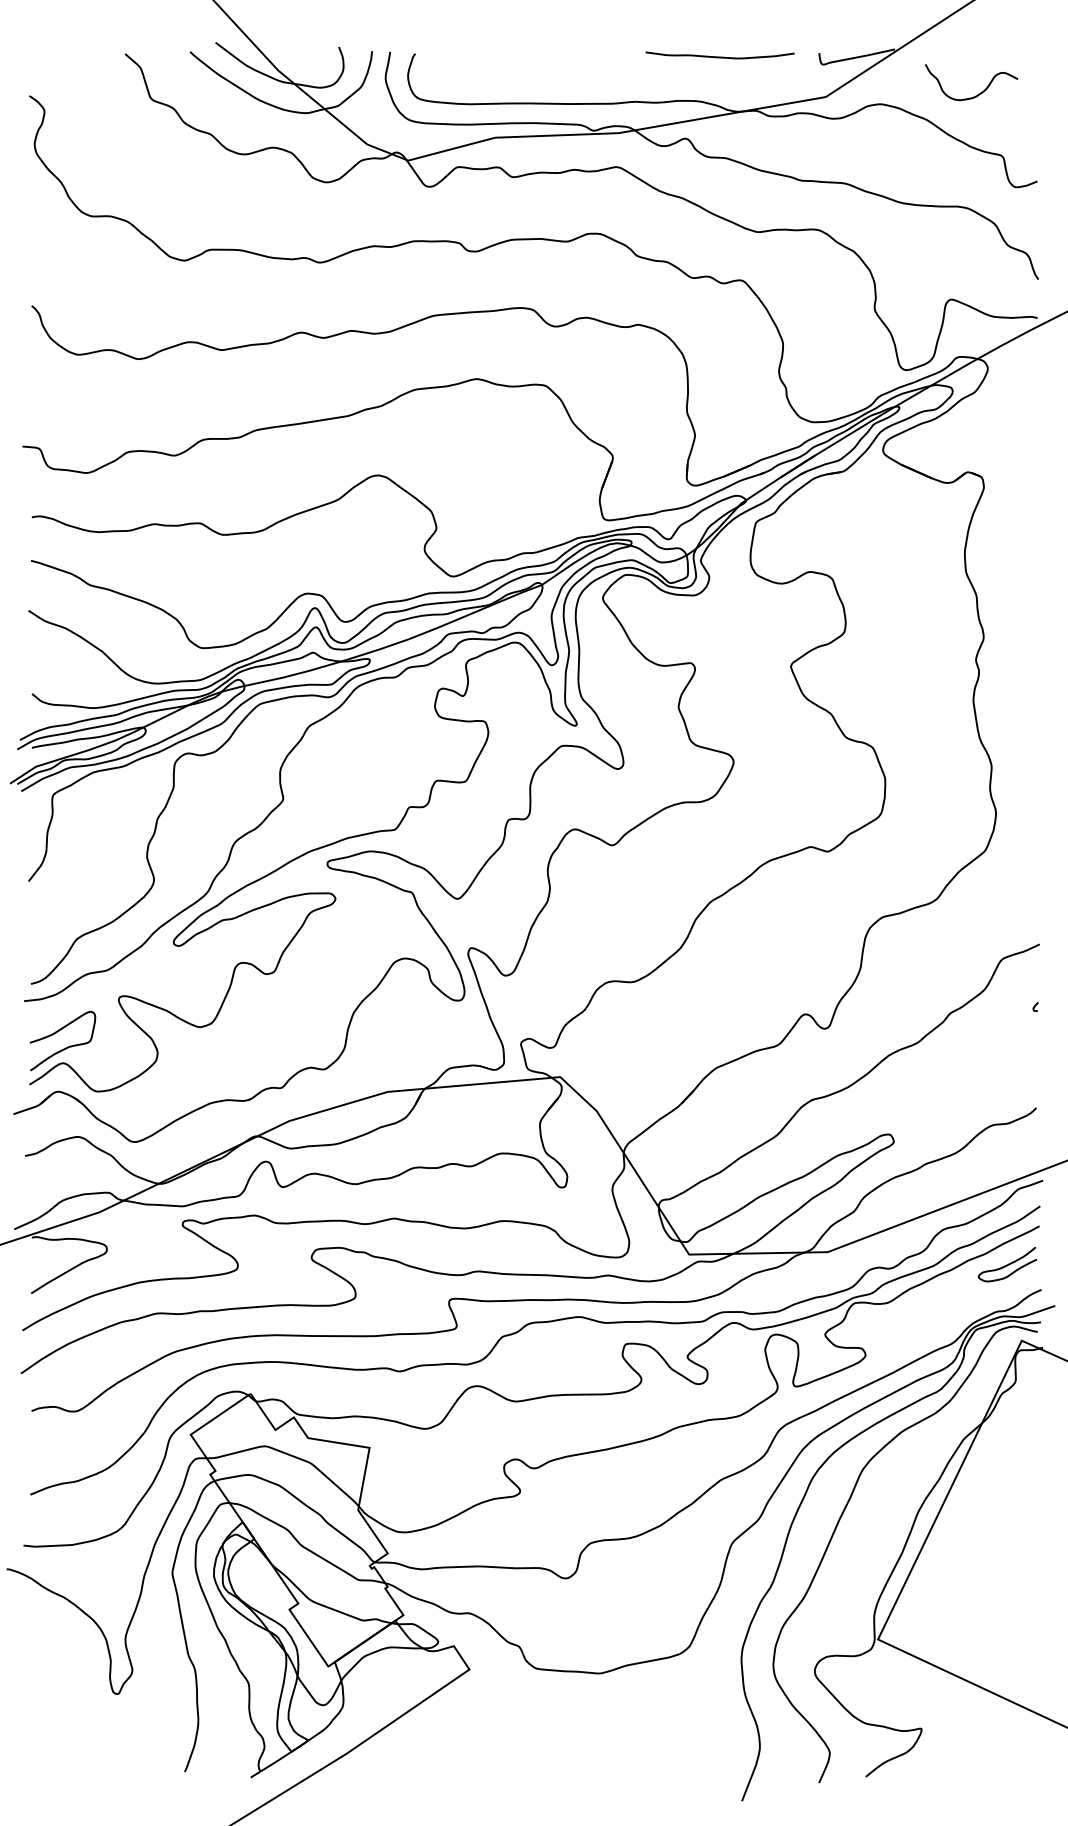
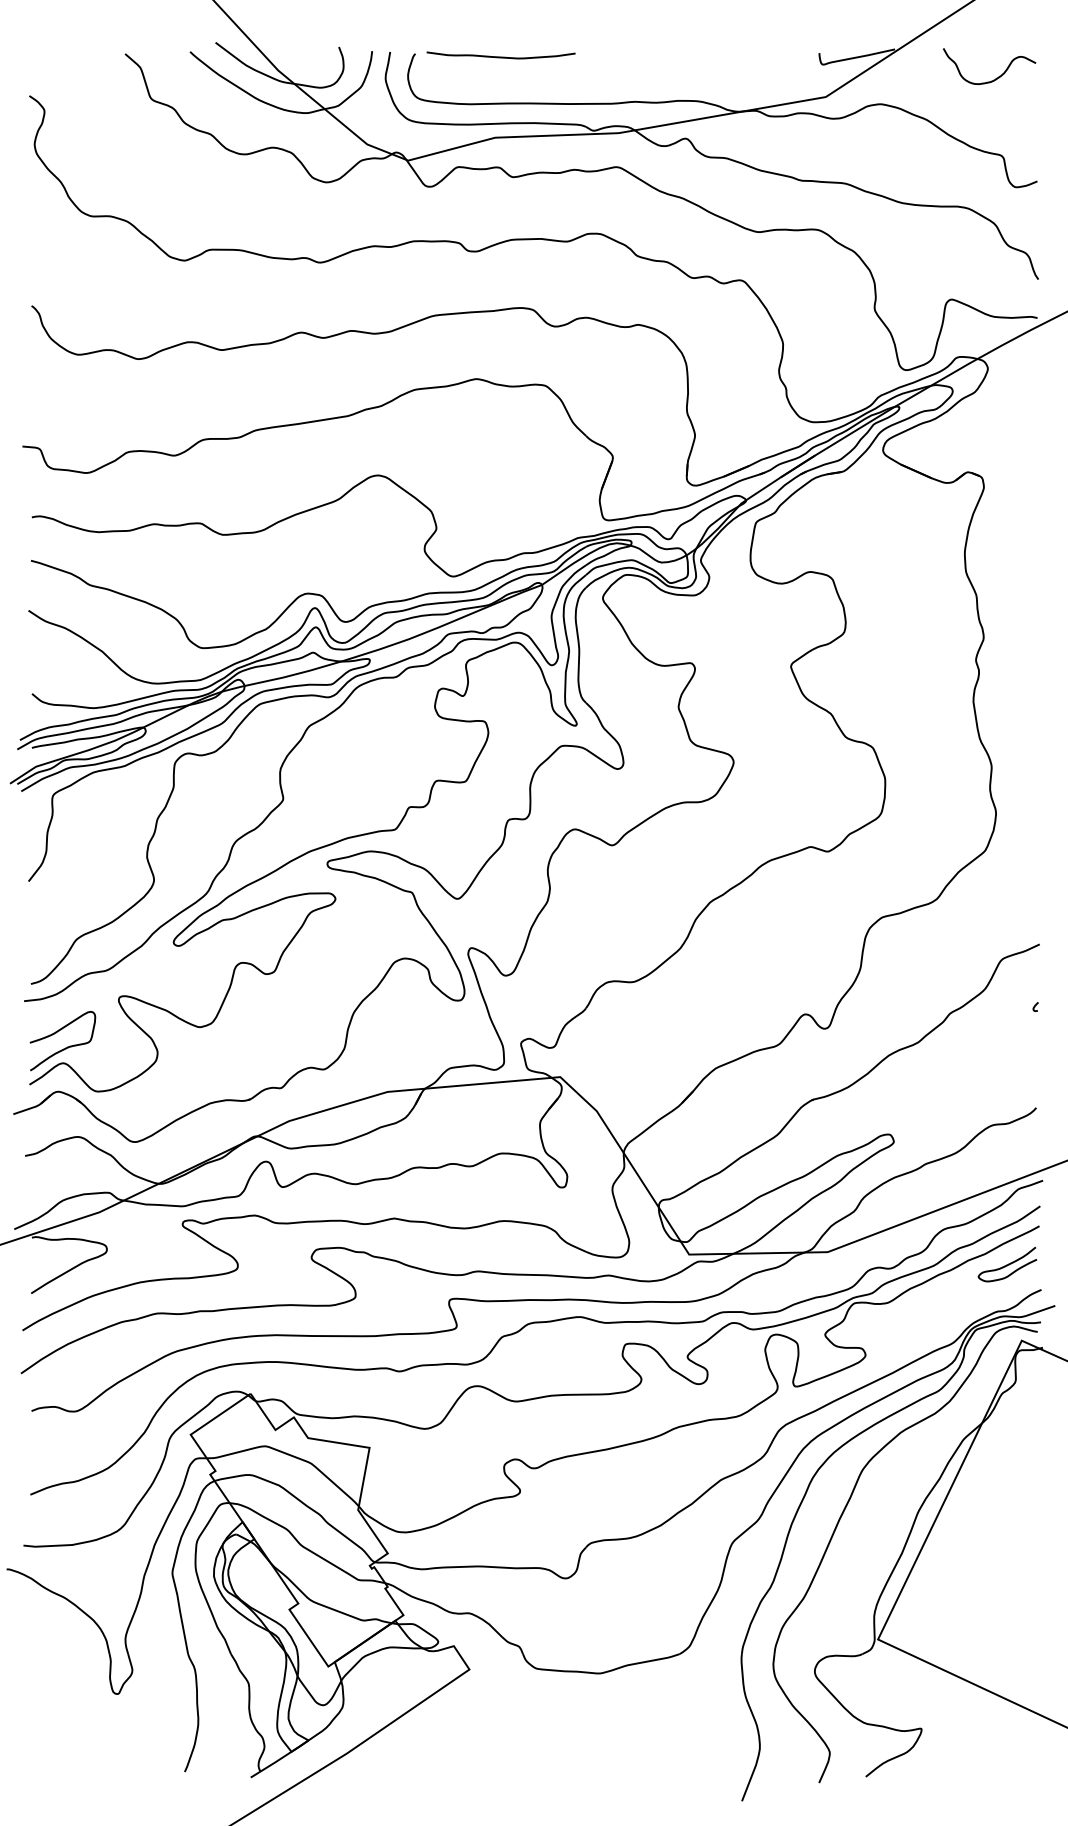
curve at (719, 56) position: (719, 56) -> (500, 56)
curve at (978, 93) position: (978, 93) -> (996, 77)
